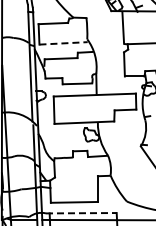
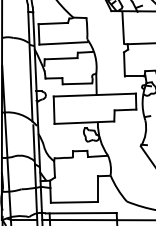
line at (64, 43): dashed -> solid
line at (81, 213): dashed -> solid
